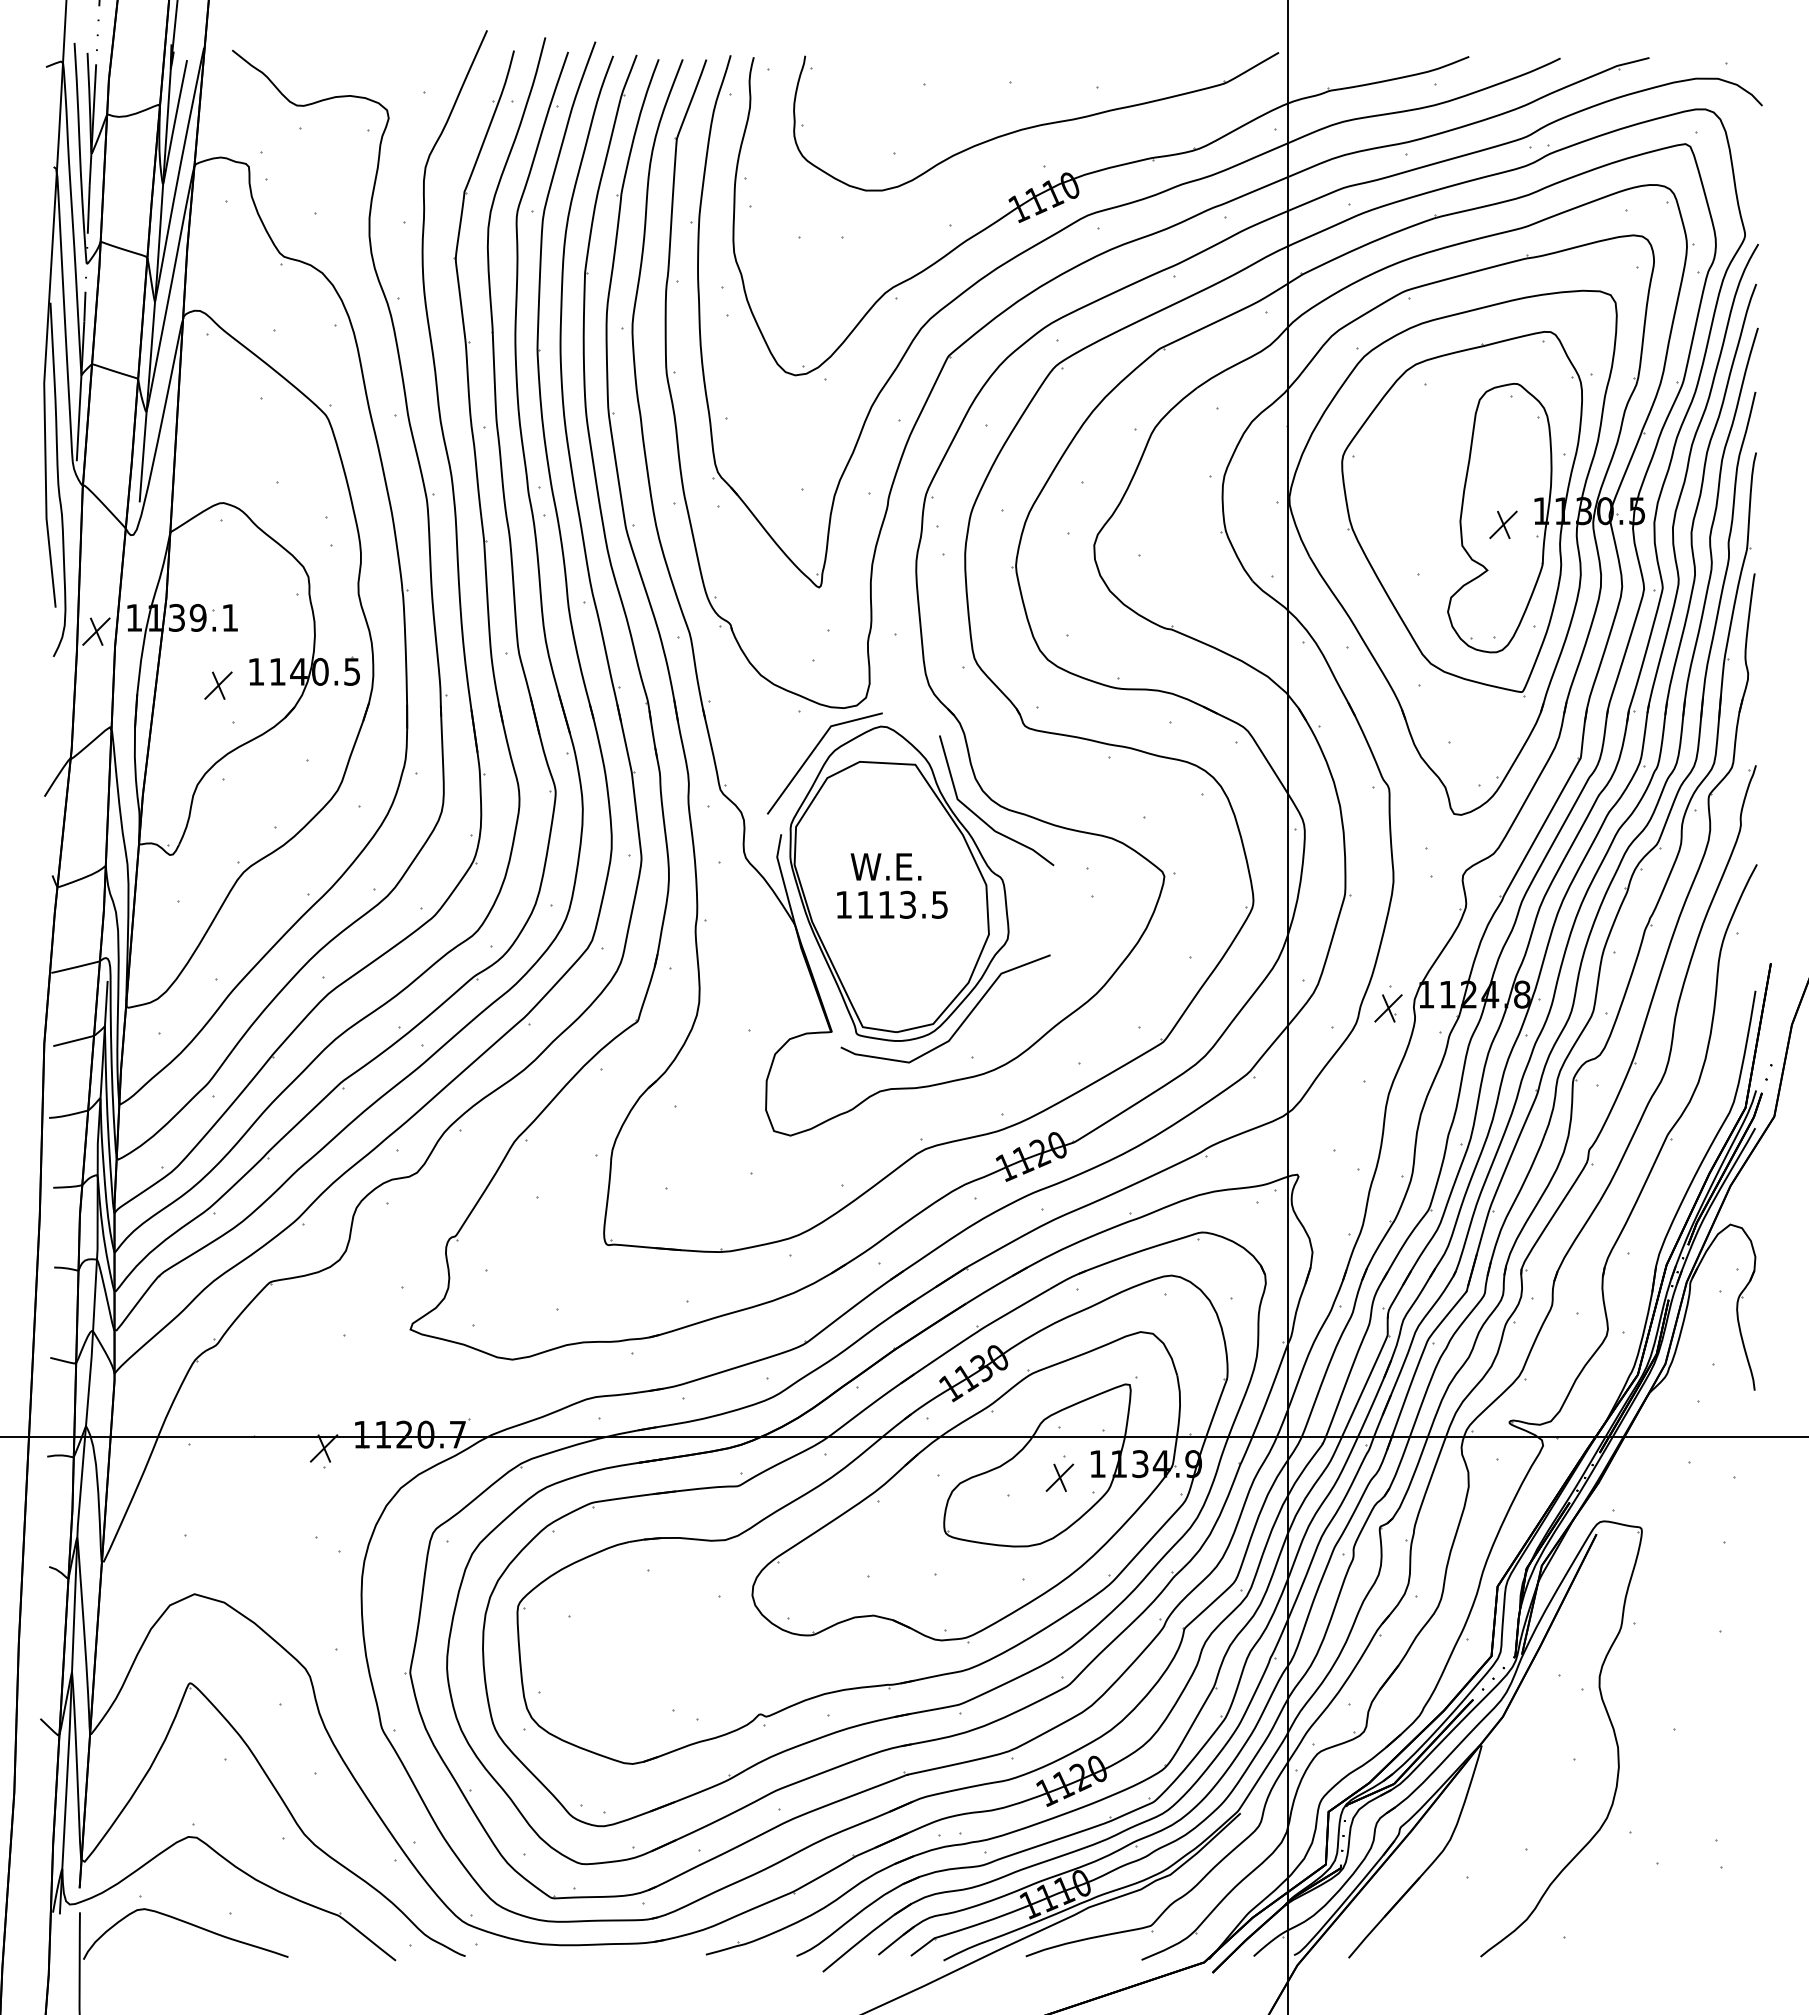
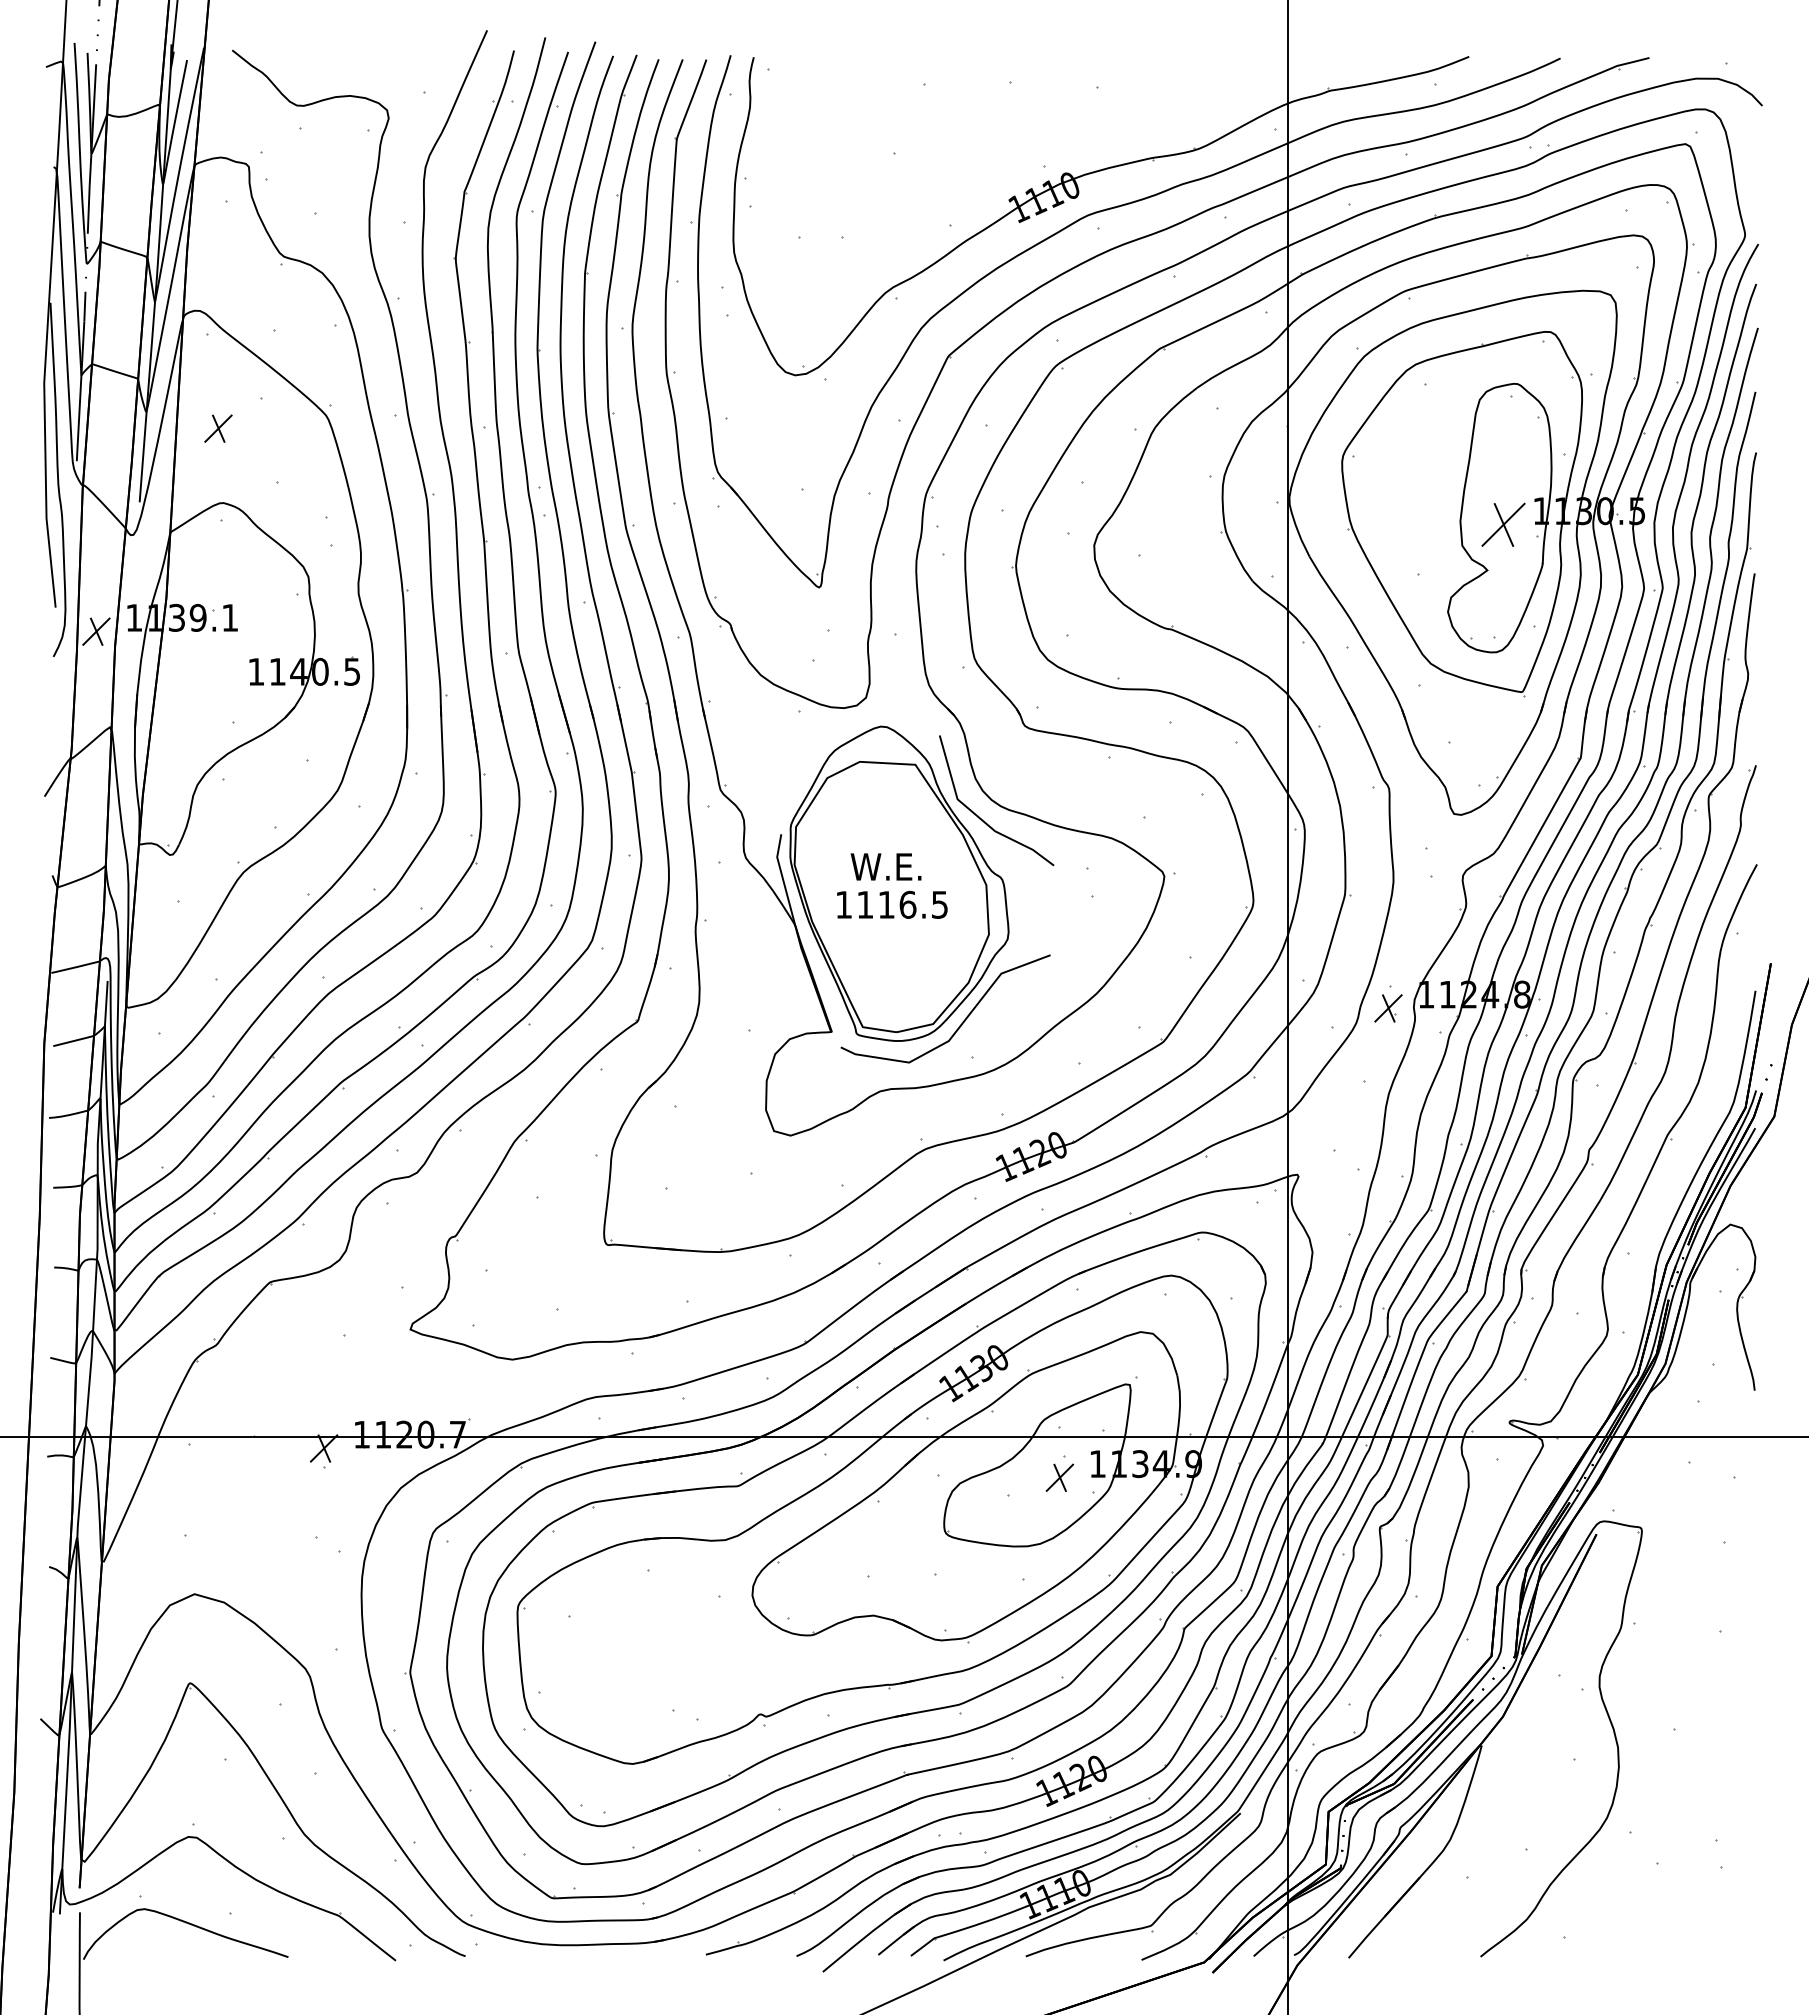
part at (1036, 121): present -> none
part at (1503, 524) size: 29x30 px -> 45x45 px
part at (218, 685) position: (218, 685) -> (218, 428)
line at (811, 755): present -> none
text at (907, 904): 1113.5 -> 1116.5
